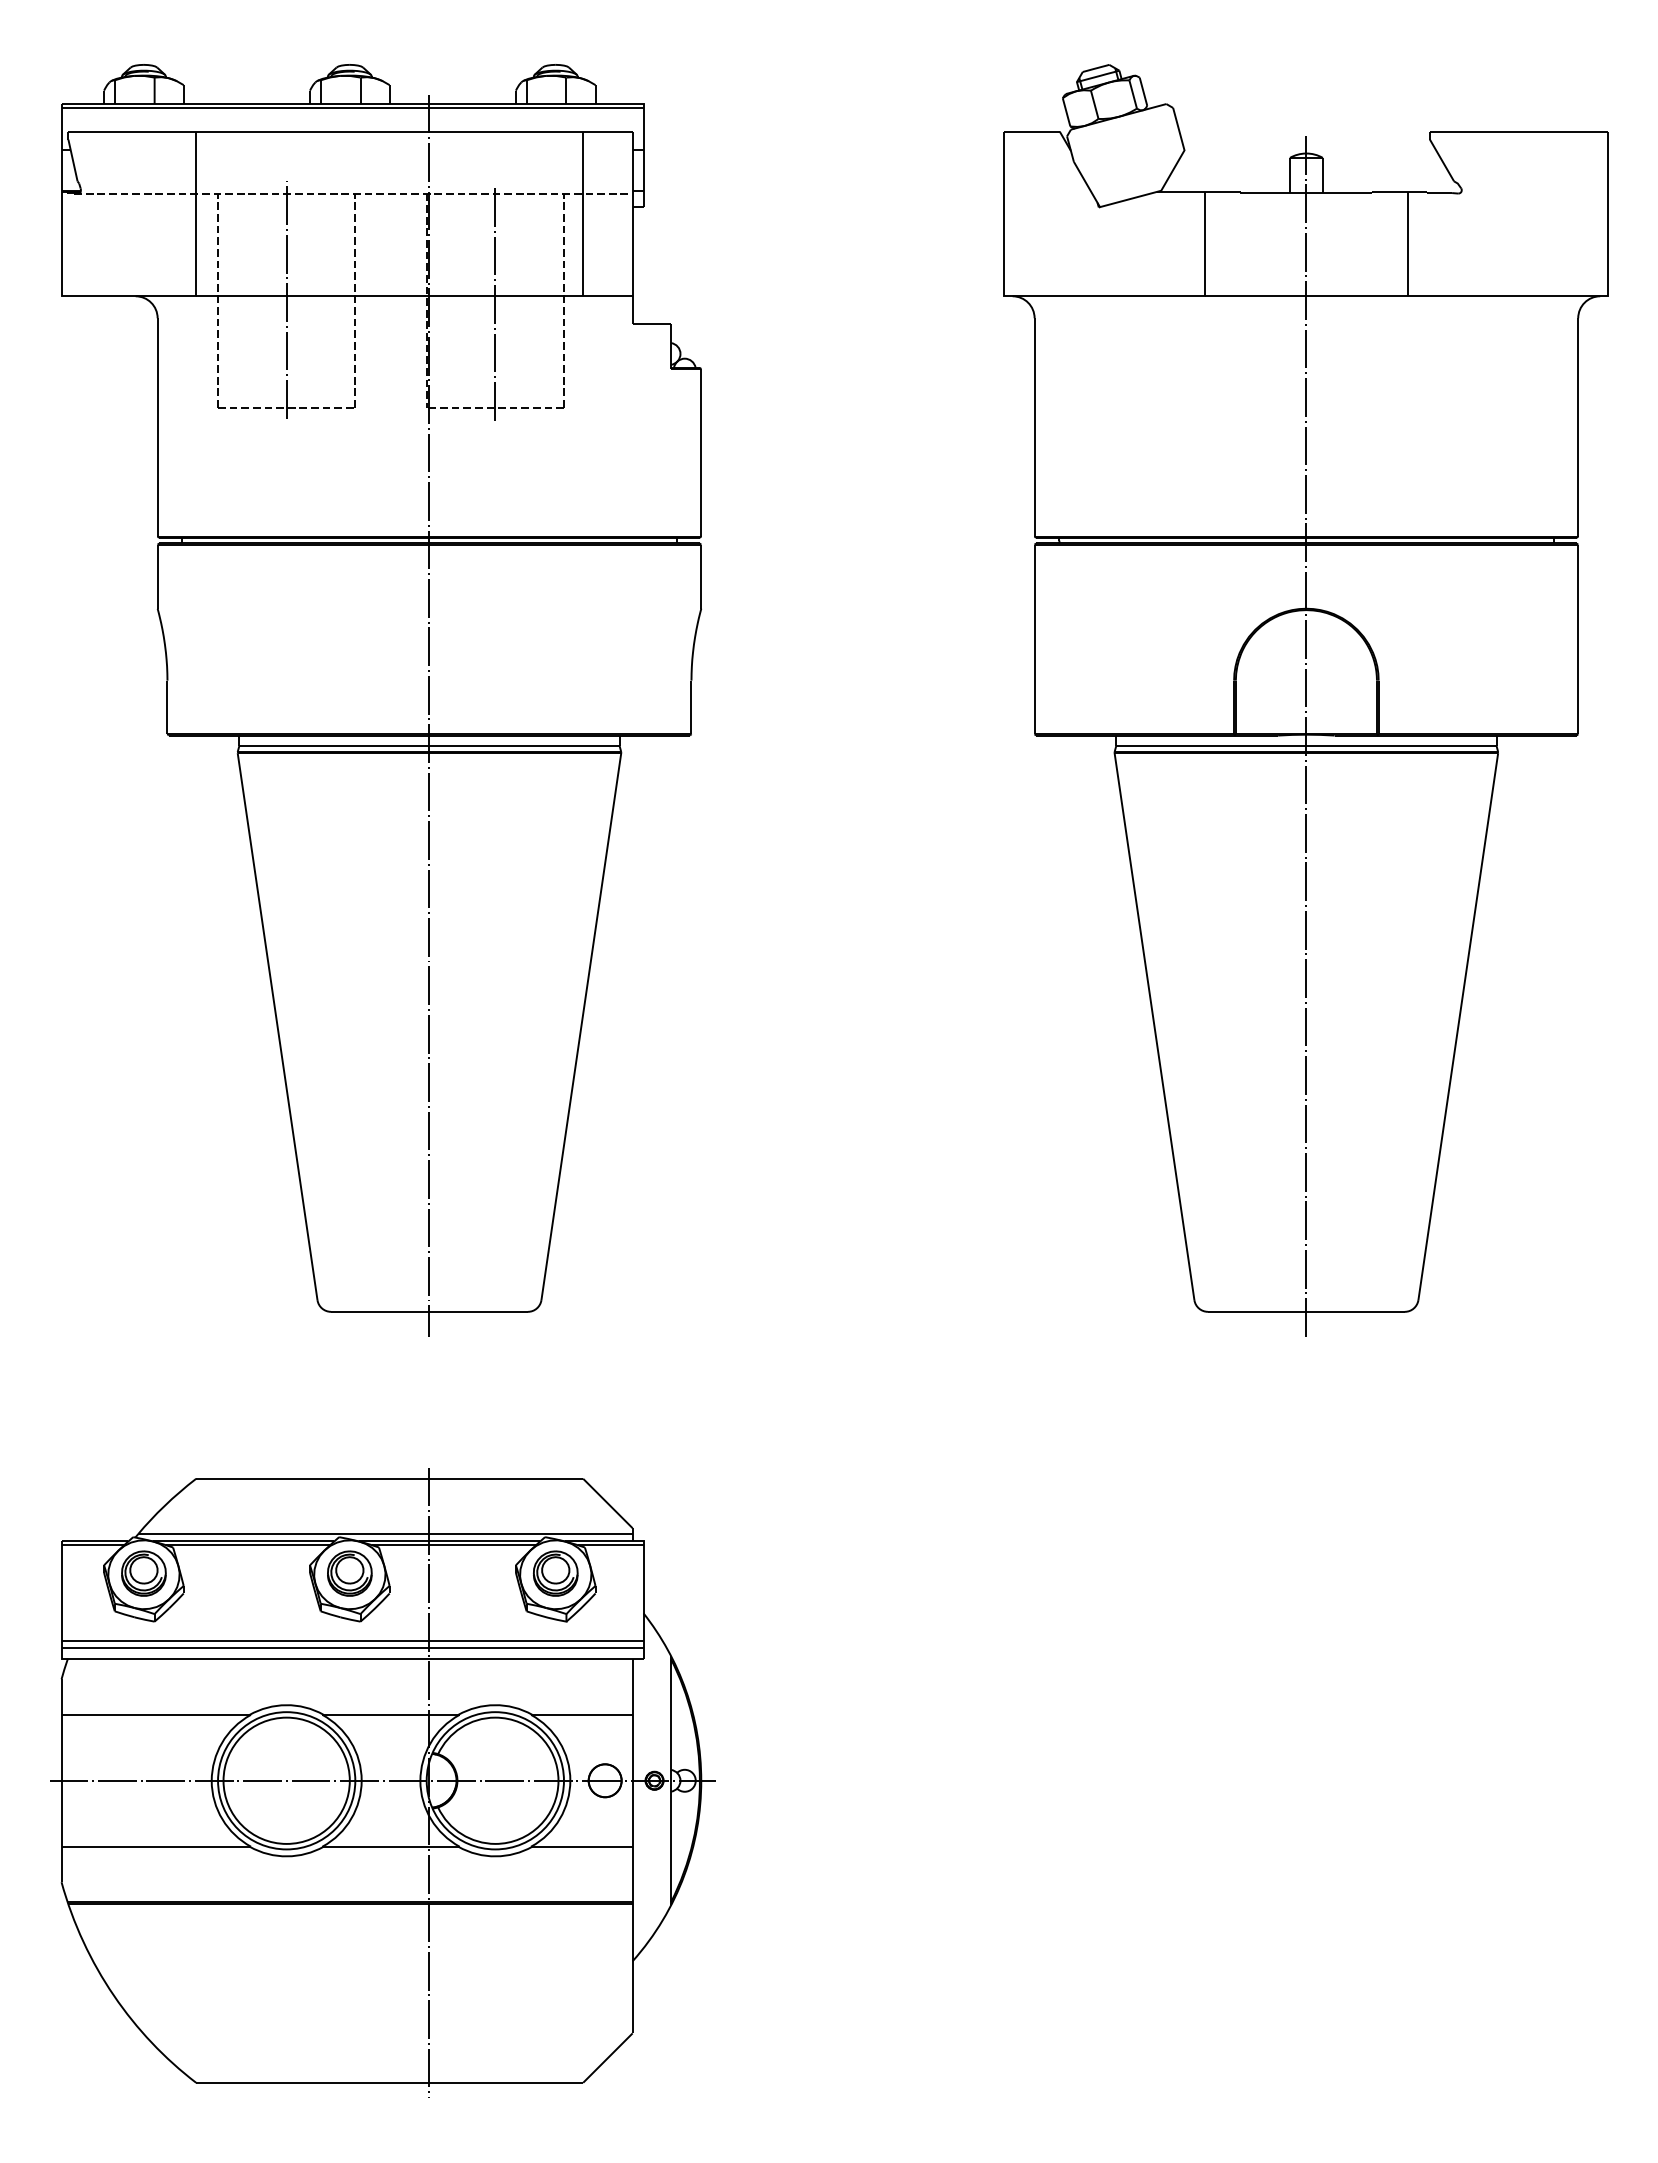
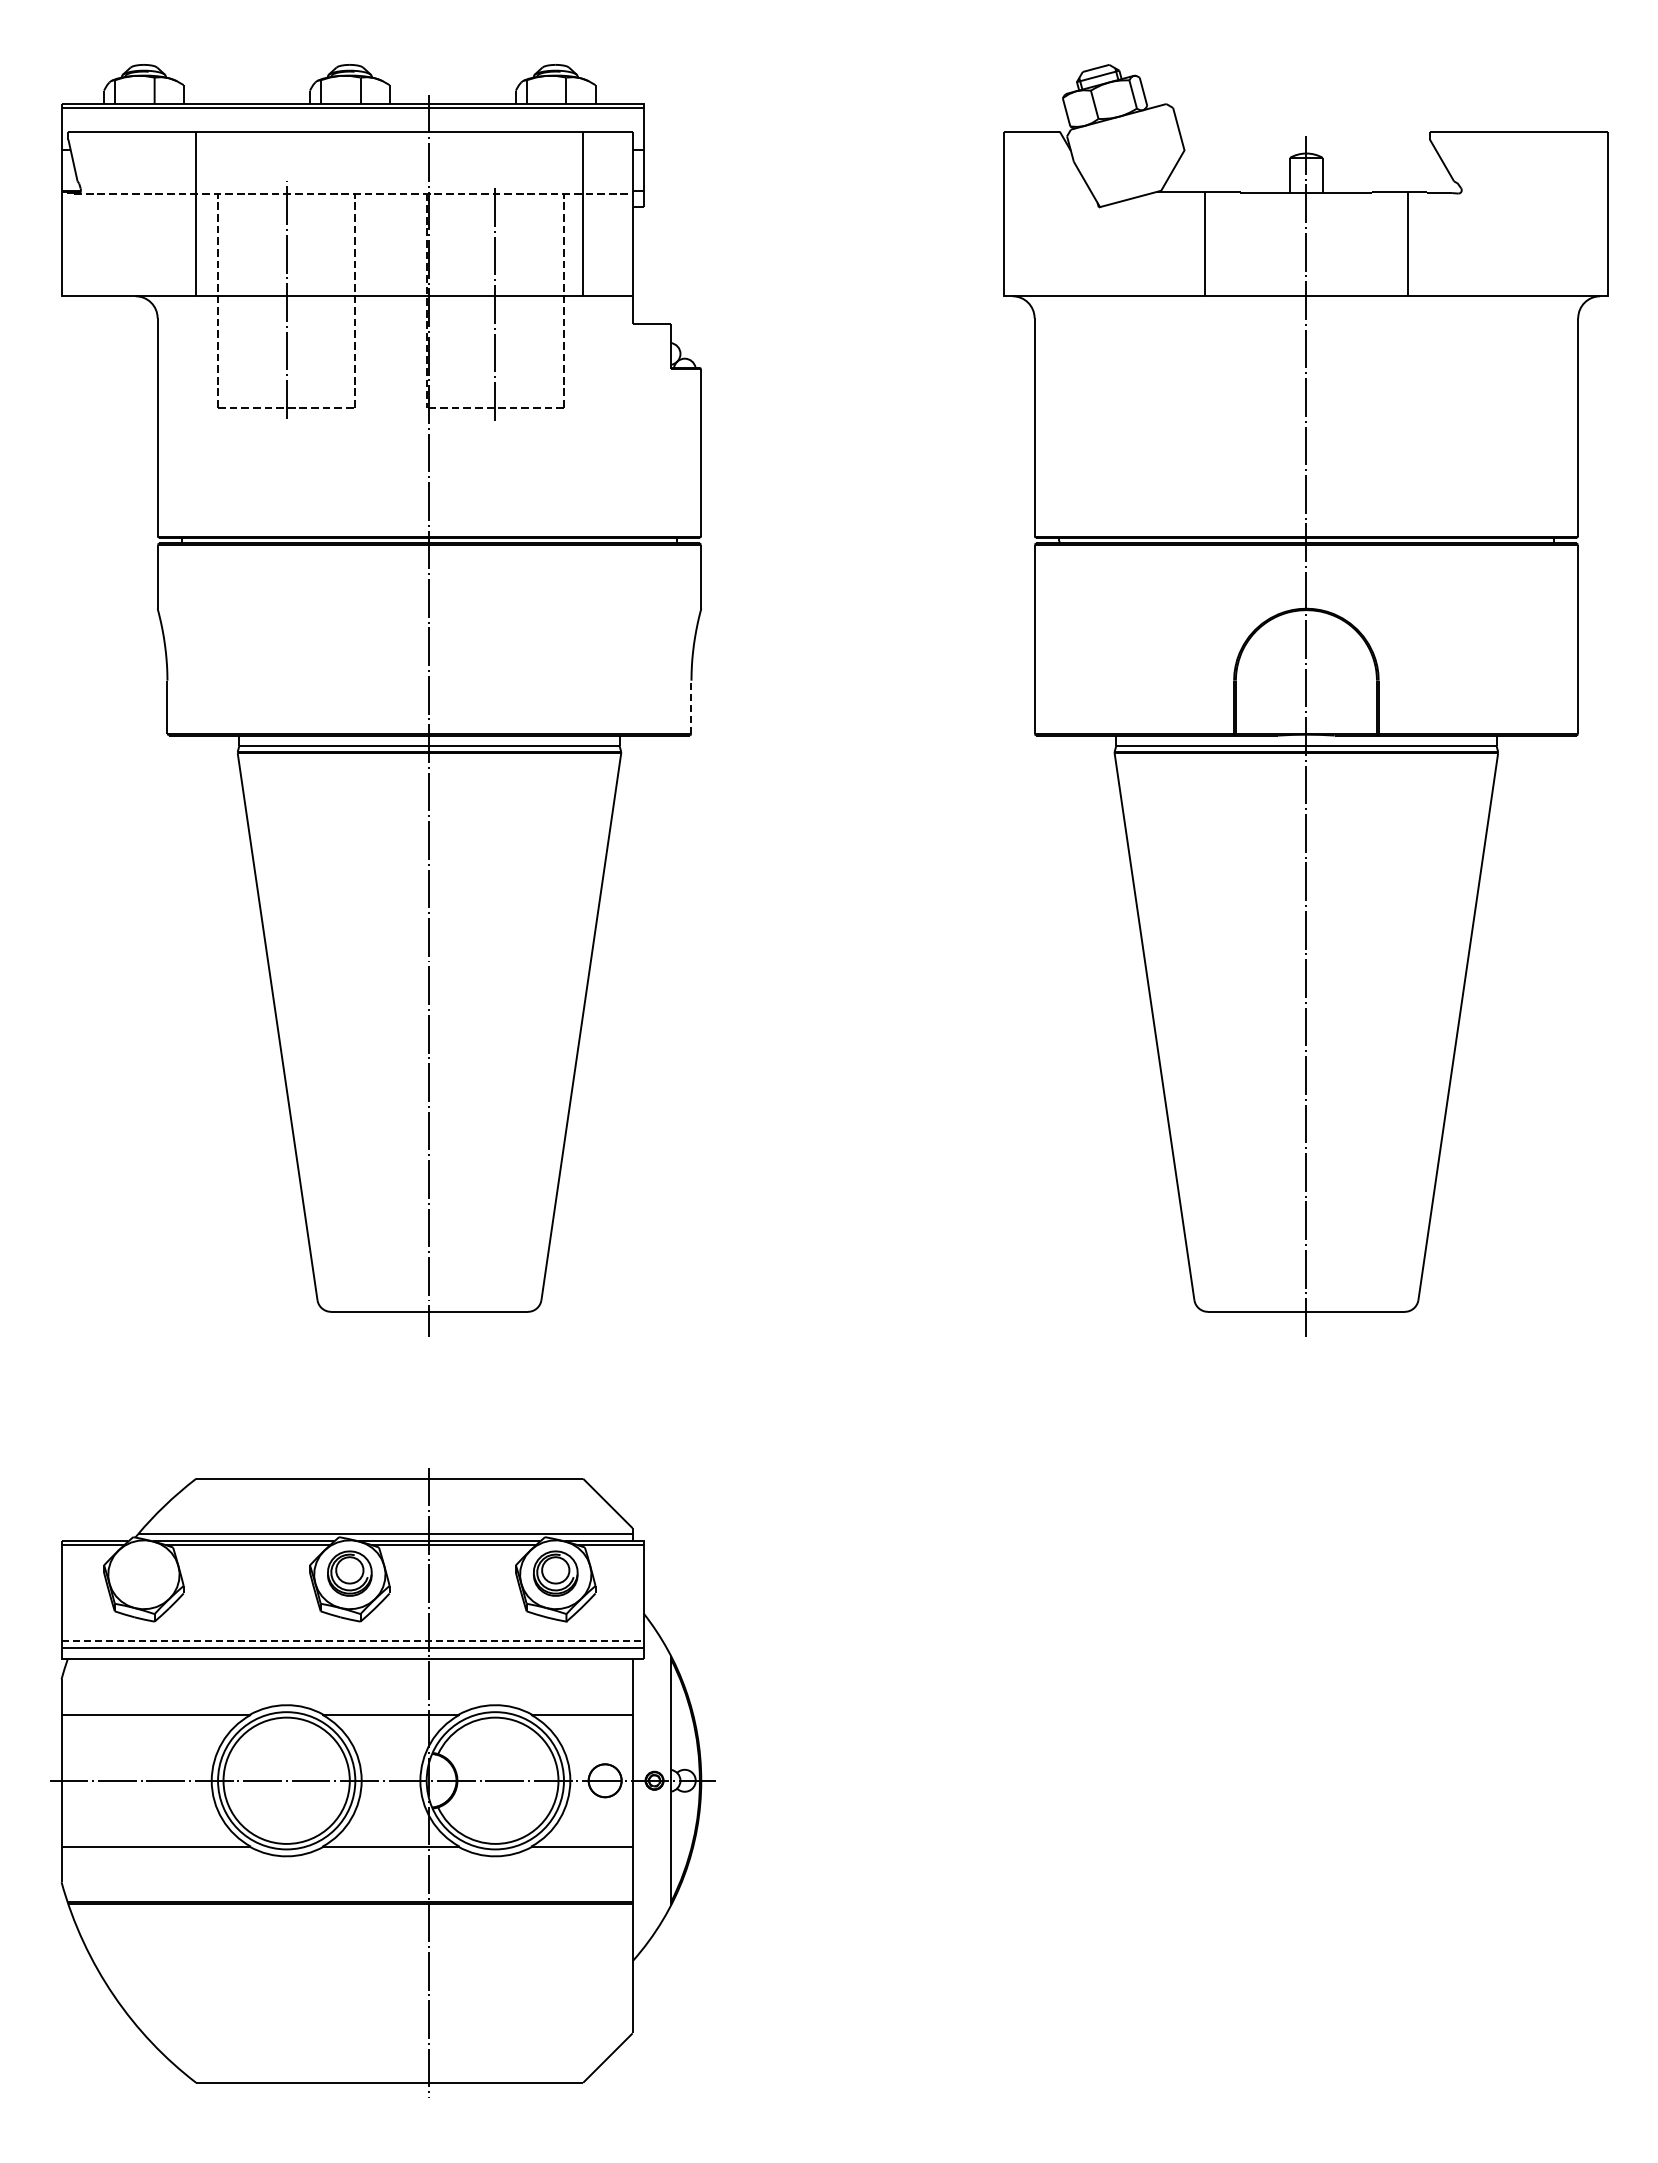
line at (691, 707): solid -> dashed
part at (143, 1573): present -> none
line at (353, 1640): solid -> dashed
